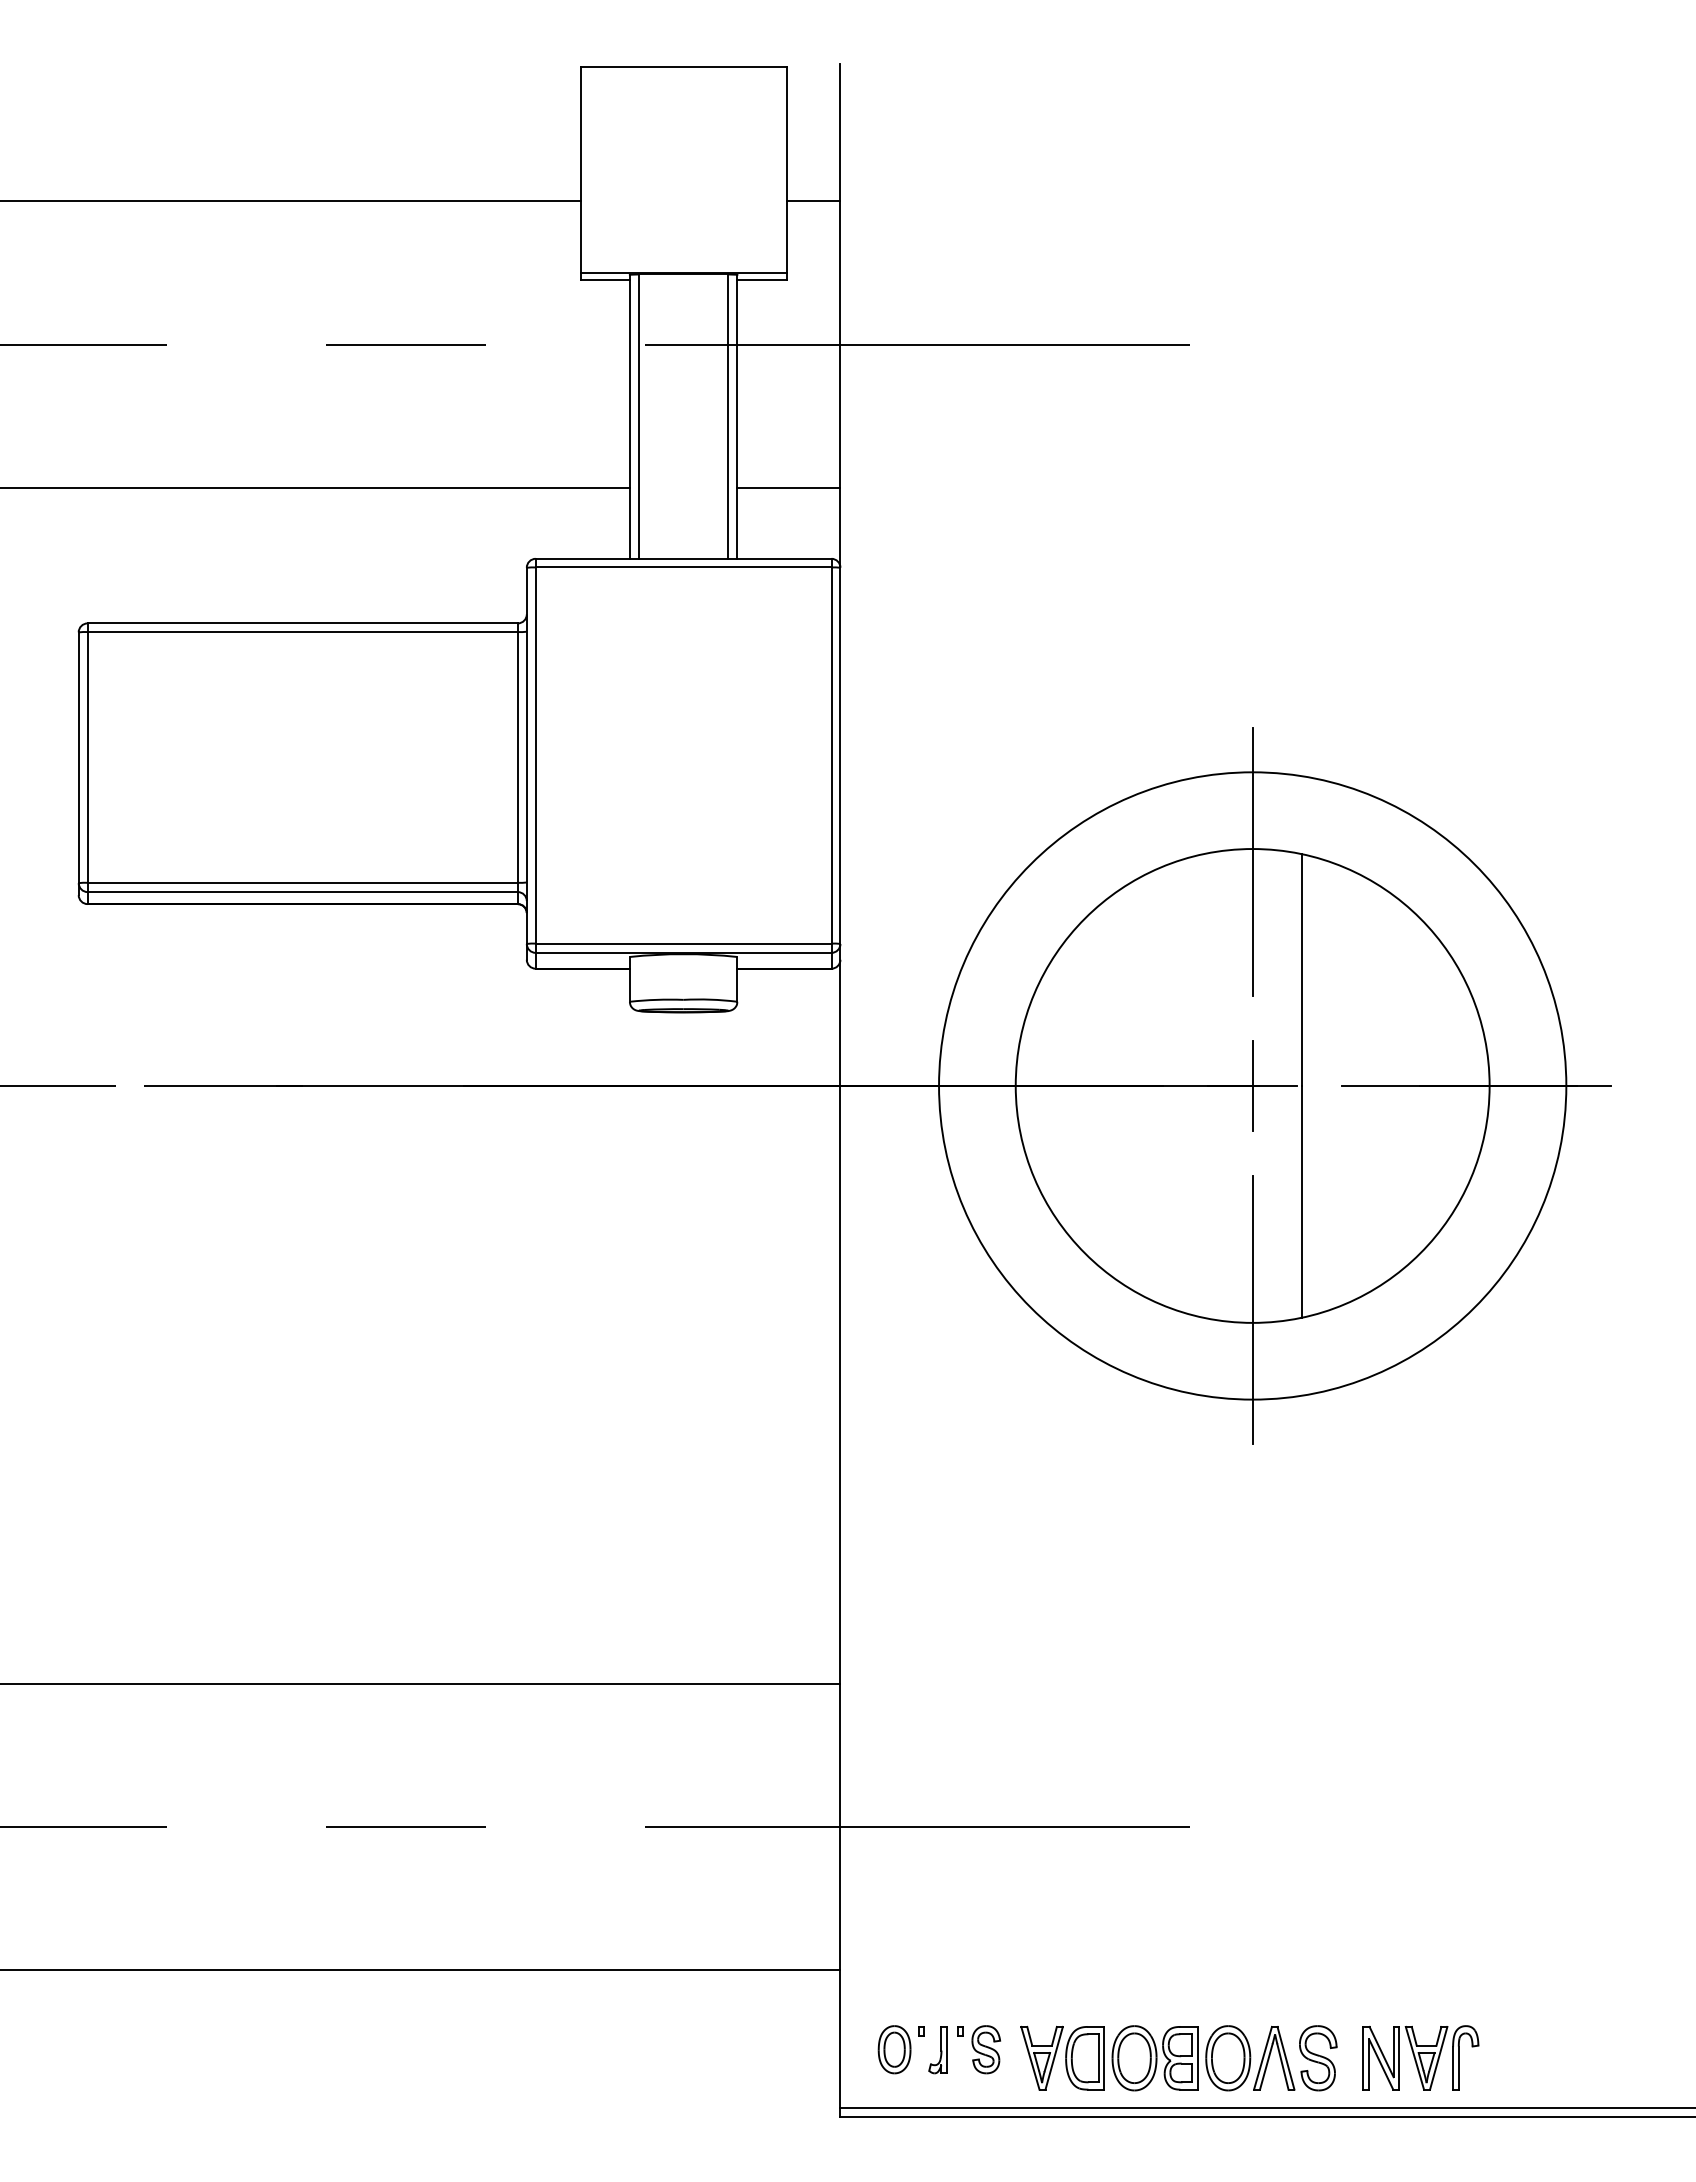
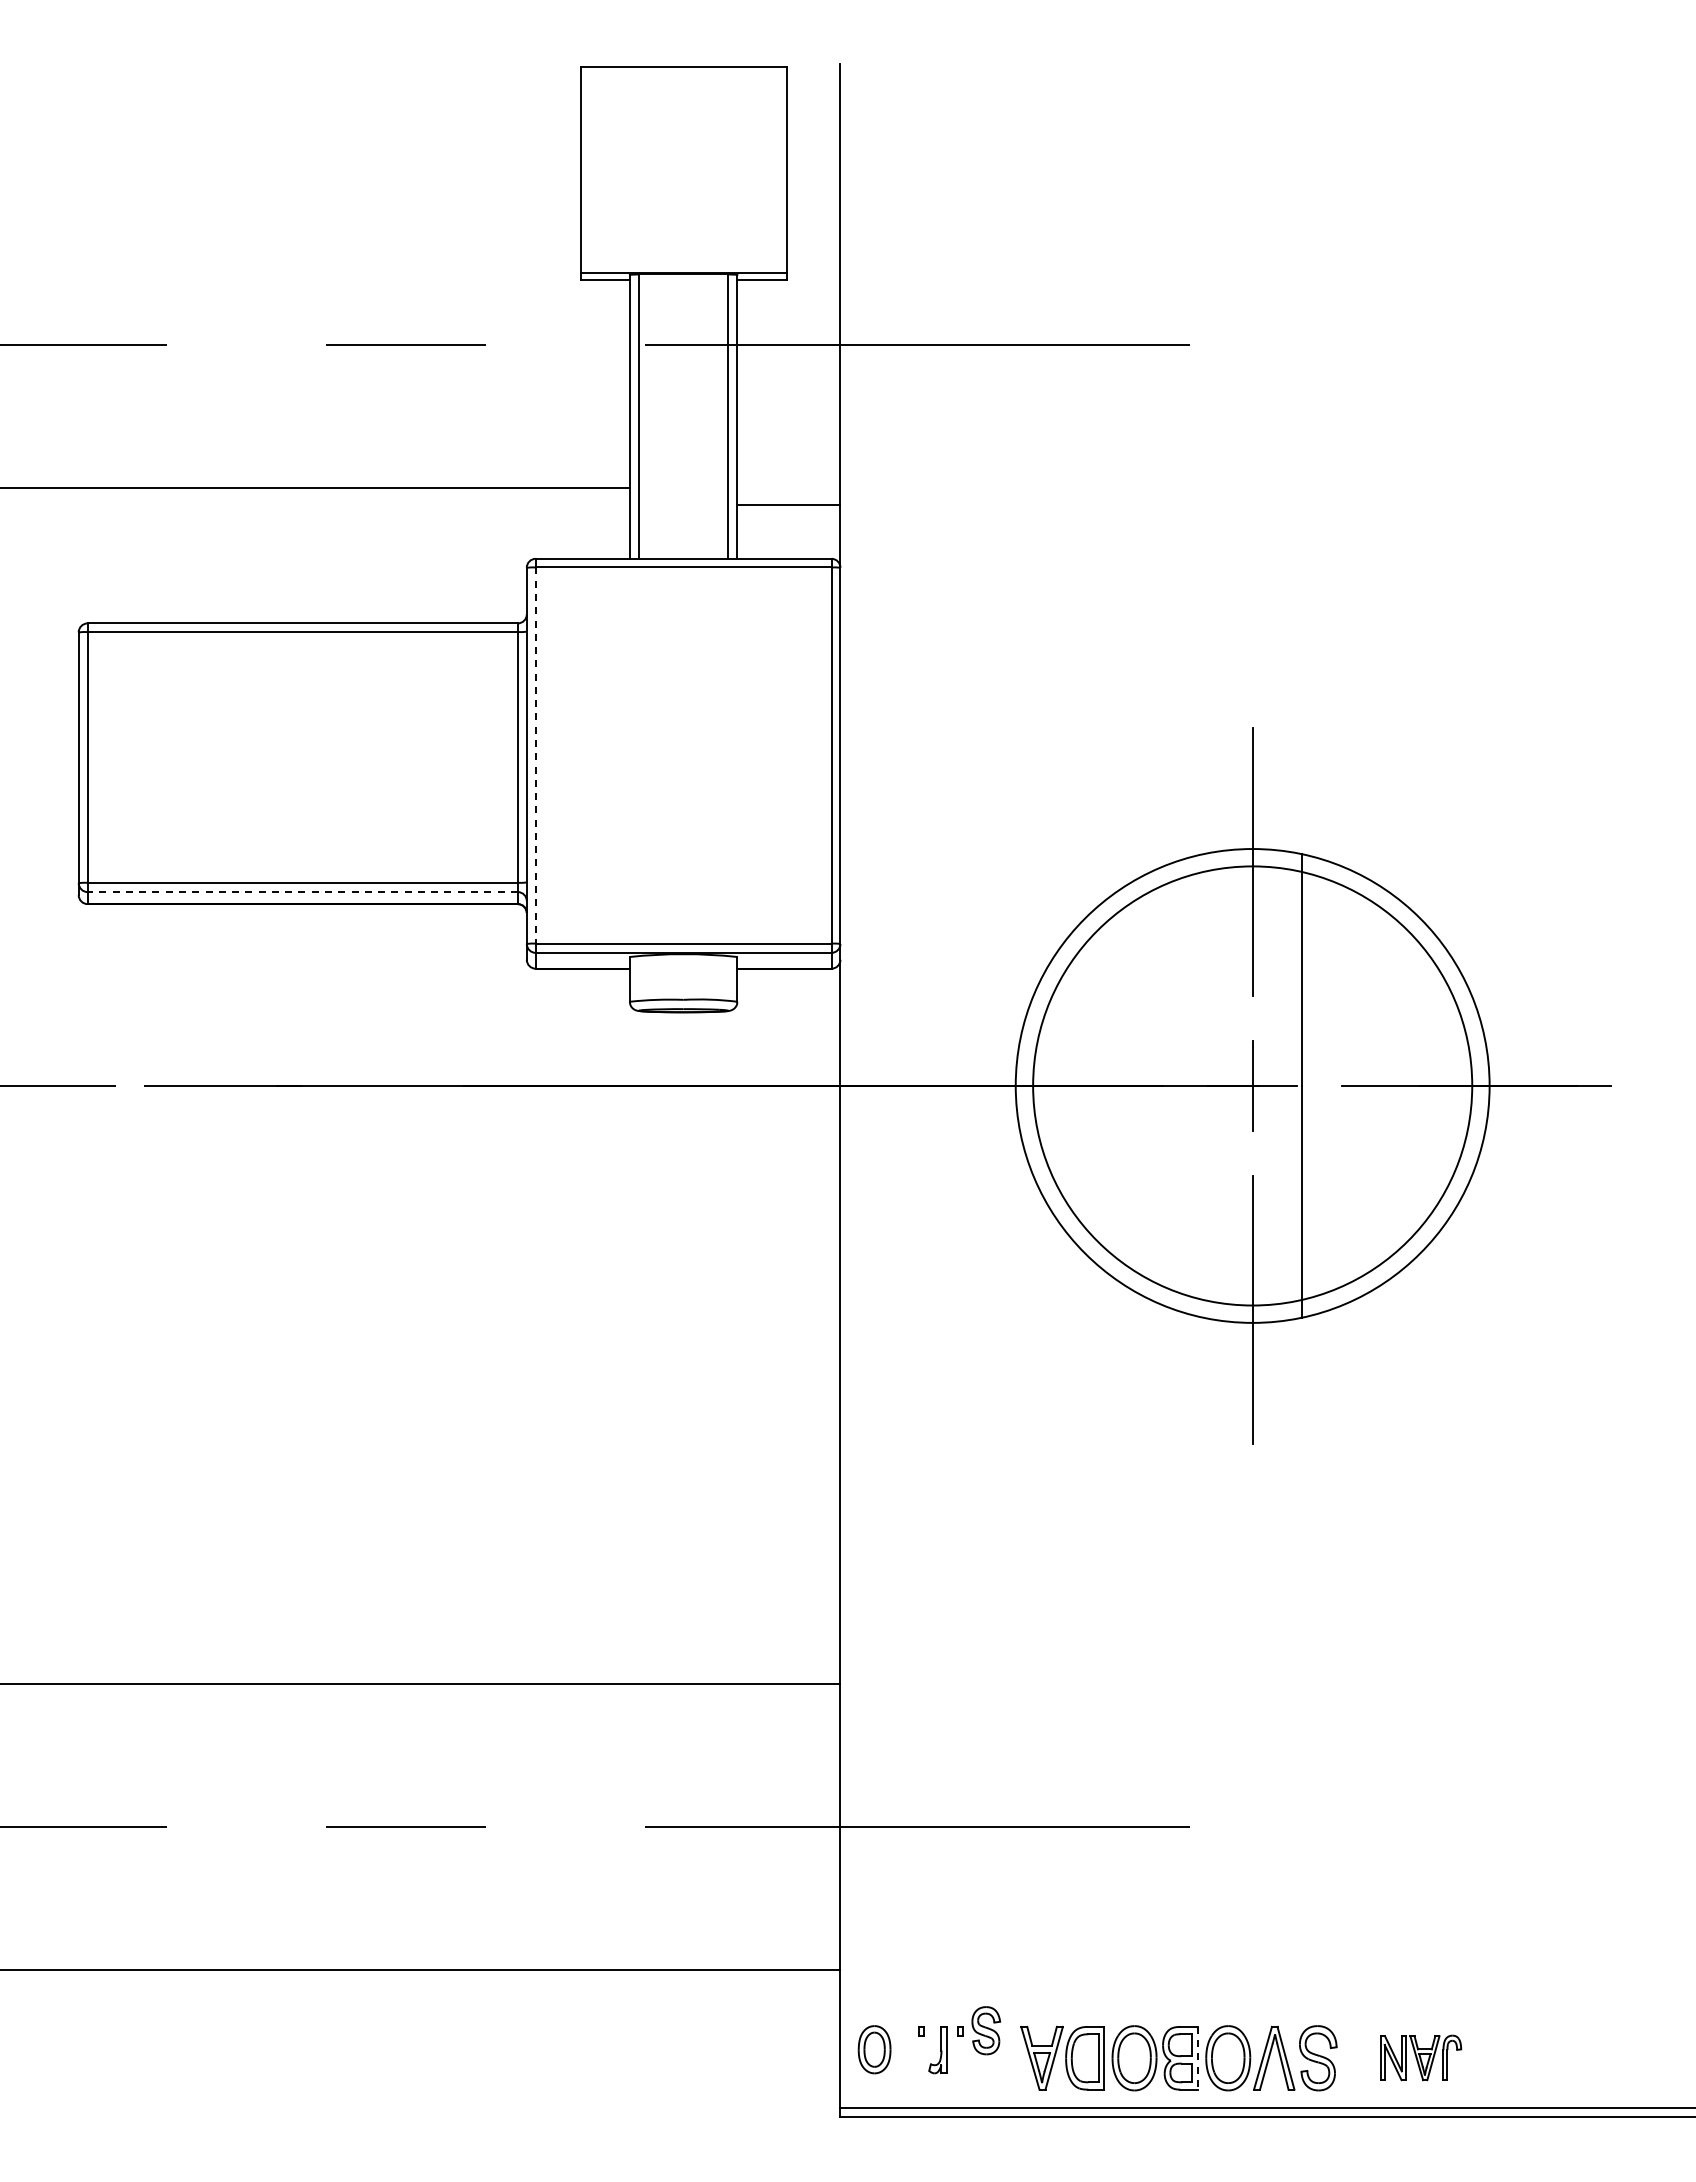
line at (291, 201): present -> none
line at (813, 201): present -> none
line at (788, 488) position: (788, 488) -> (788, 505)
line at (535, 756): solid -> dashed
line at (302, 892): solid -> dashed
circle at (1252, 1085) diameter: 627 px -> 439 px
part at (894, 2049) position: (894, 2049) -> (874, 2049)
part at (985, 2049) position: (985, 2049) -> (985, 2030)
part at (1420, 2057) size: 118x66 px -> 83x48 px
line at (1198, 2058): solid -> dashed
